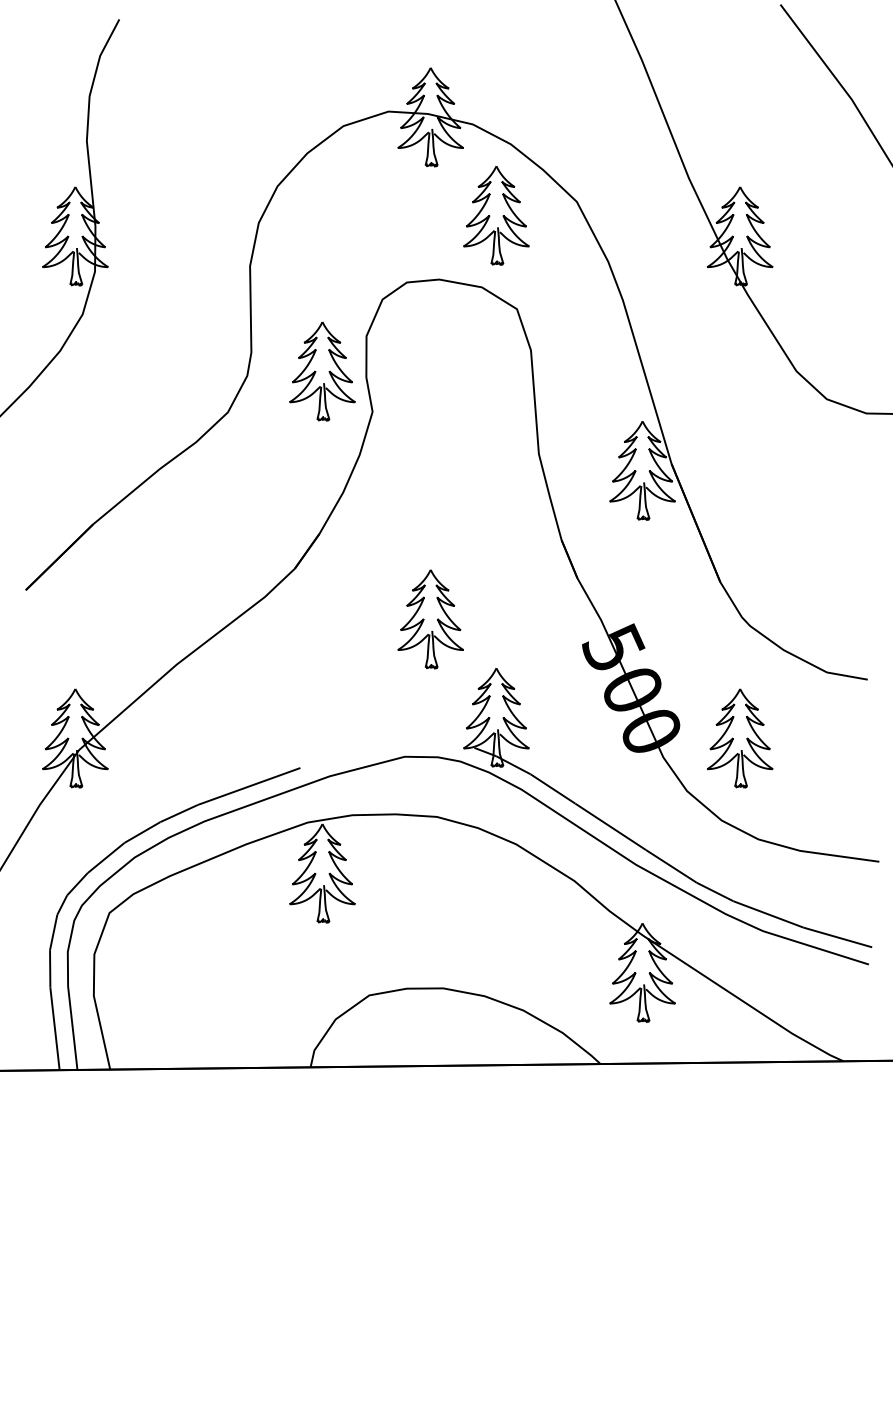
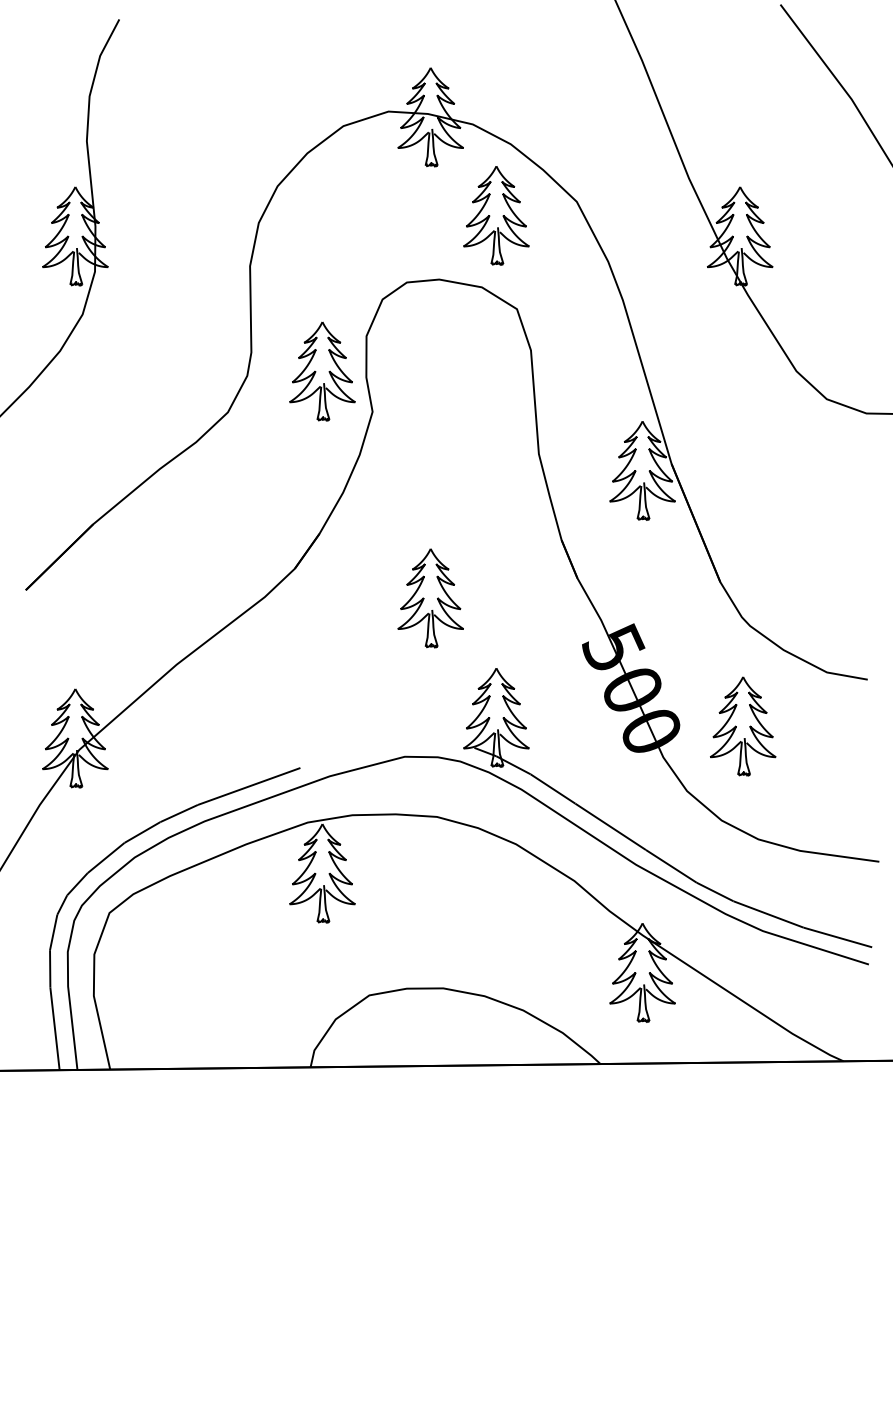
part at (430, 619) position: (430, 619) -> (430, 598)
part at (740, 738) position: (740, 738) -> (743, 726)
